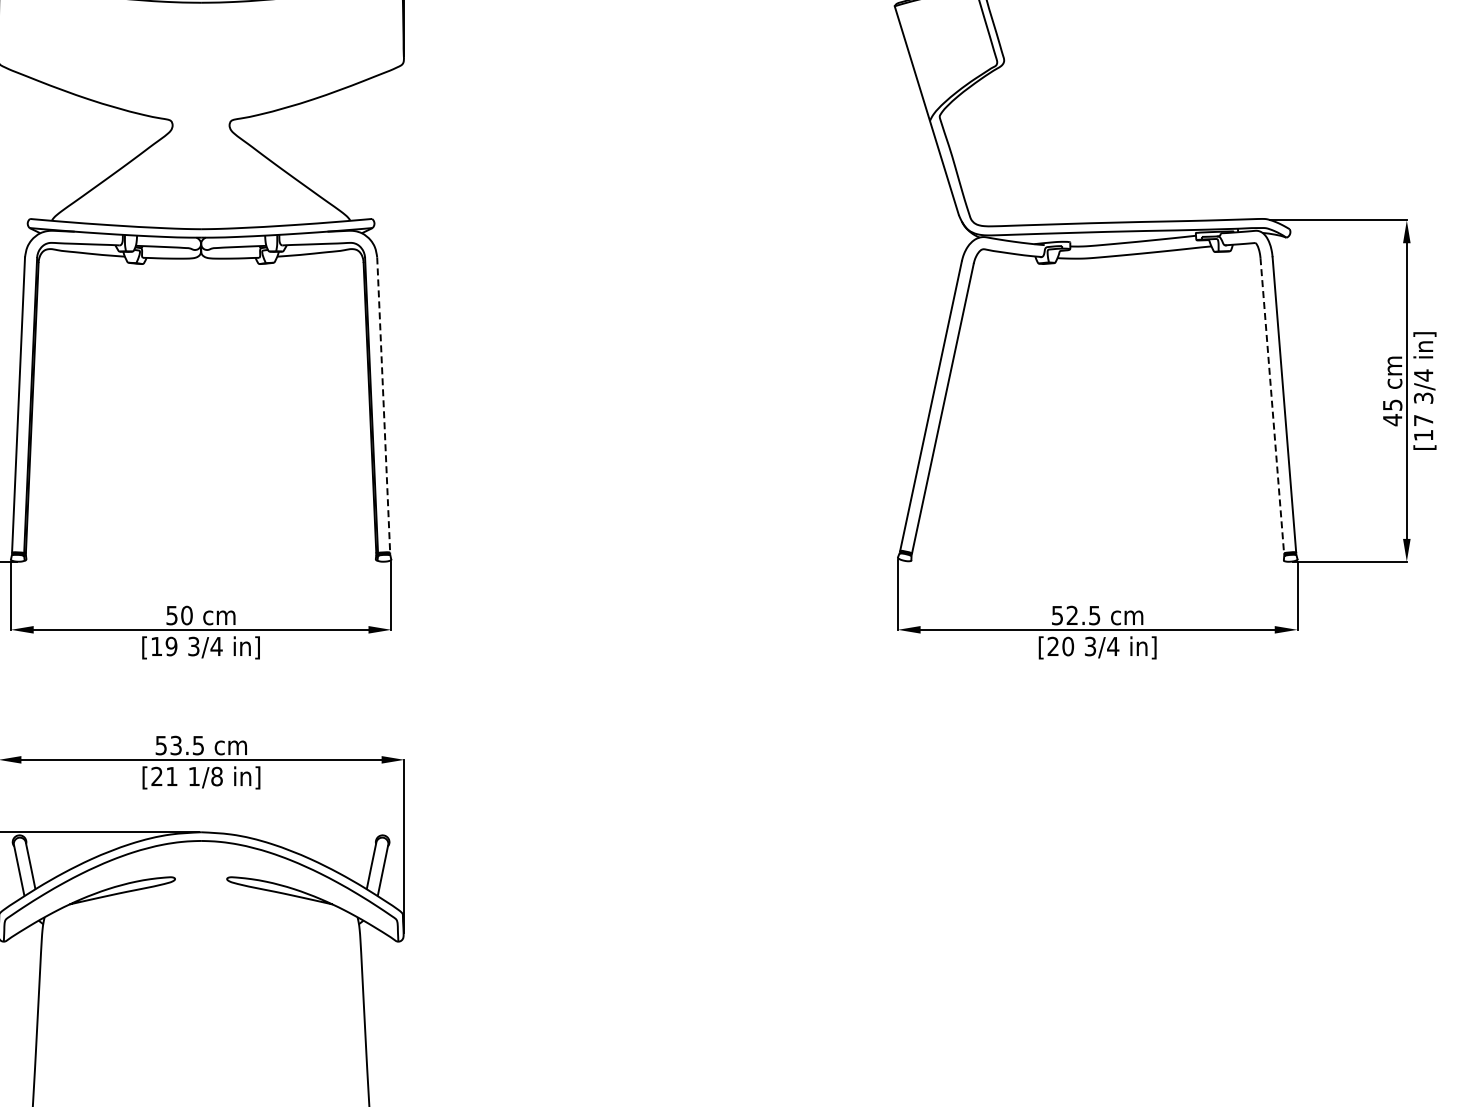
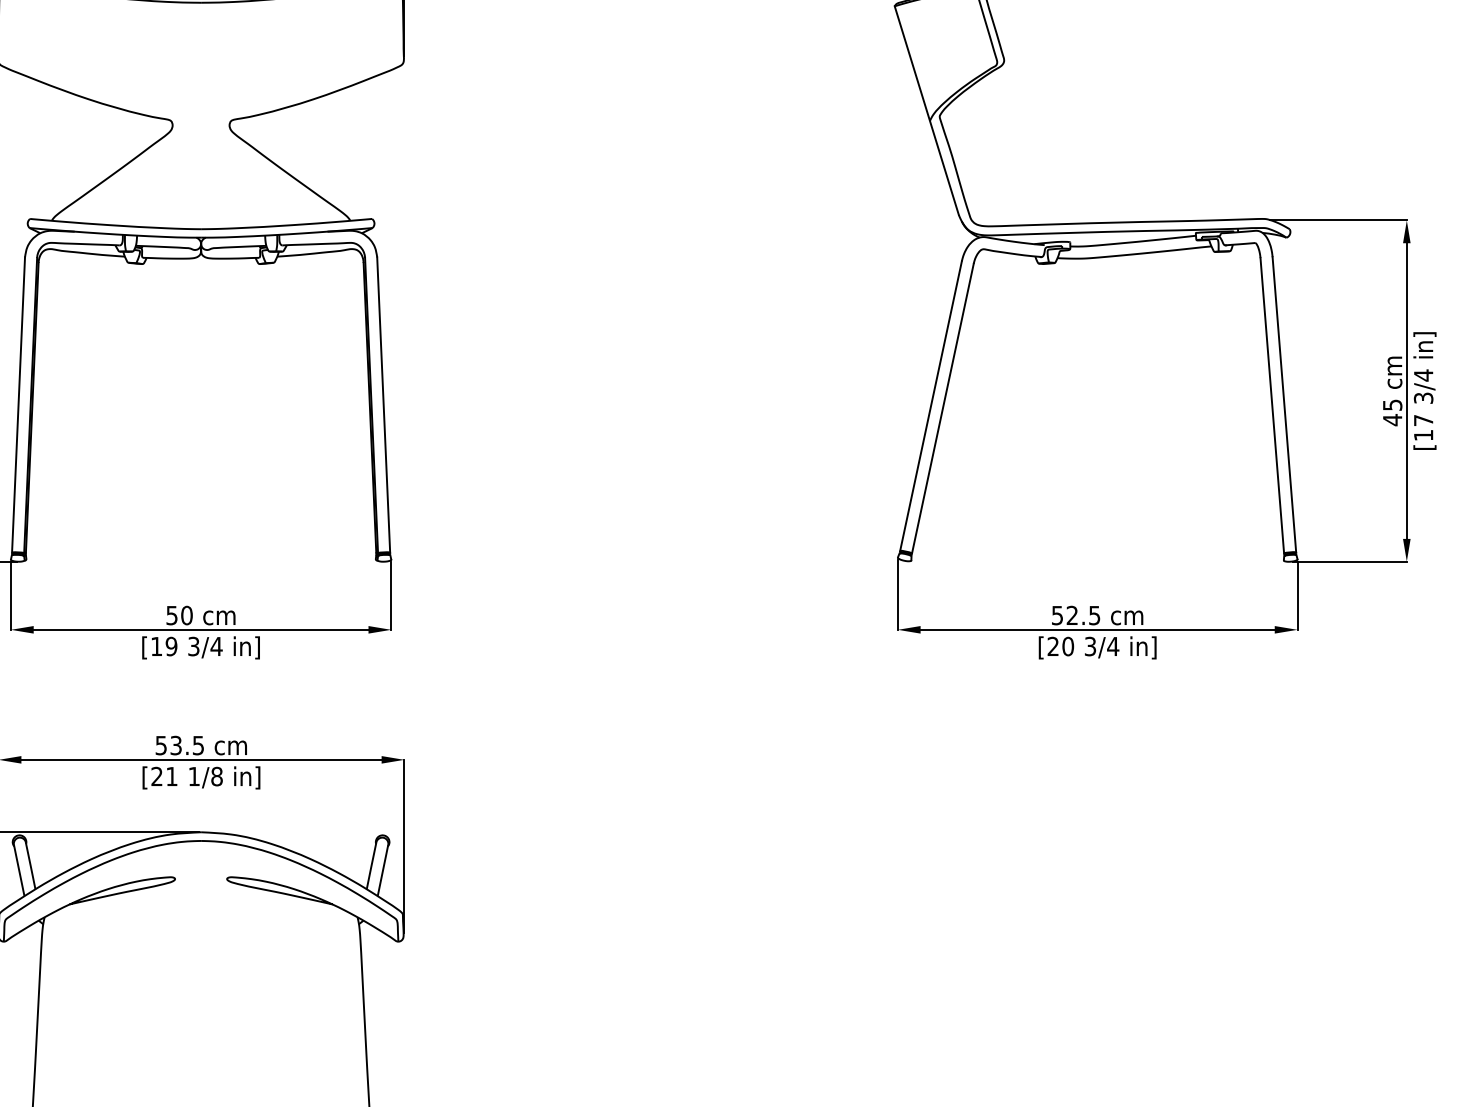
line at (383, 405): dashed -> solid
line at (1272, 406): dashed -> solid
